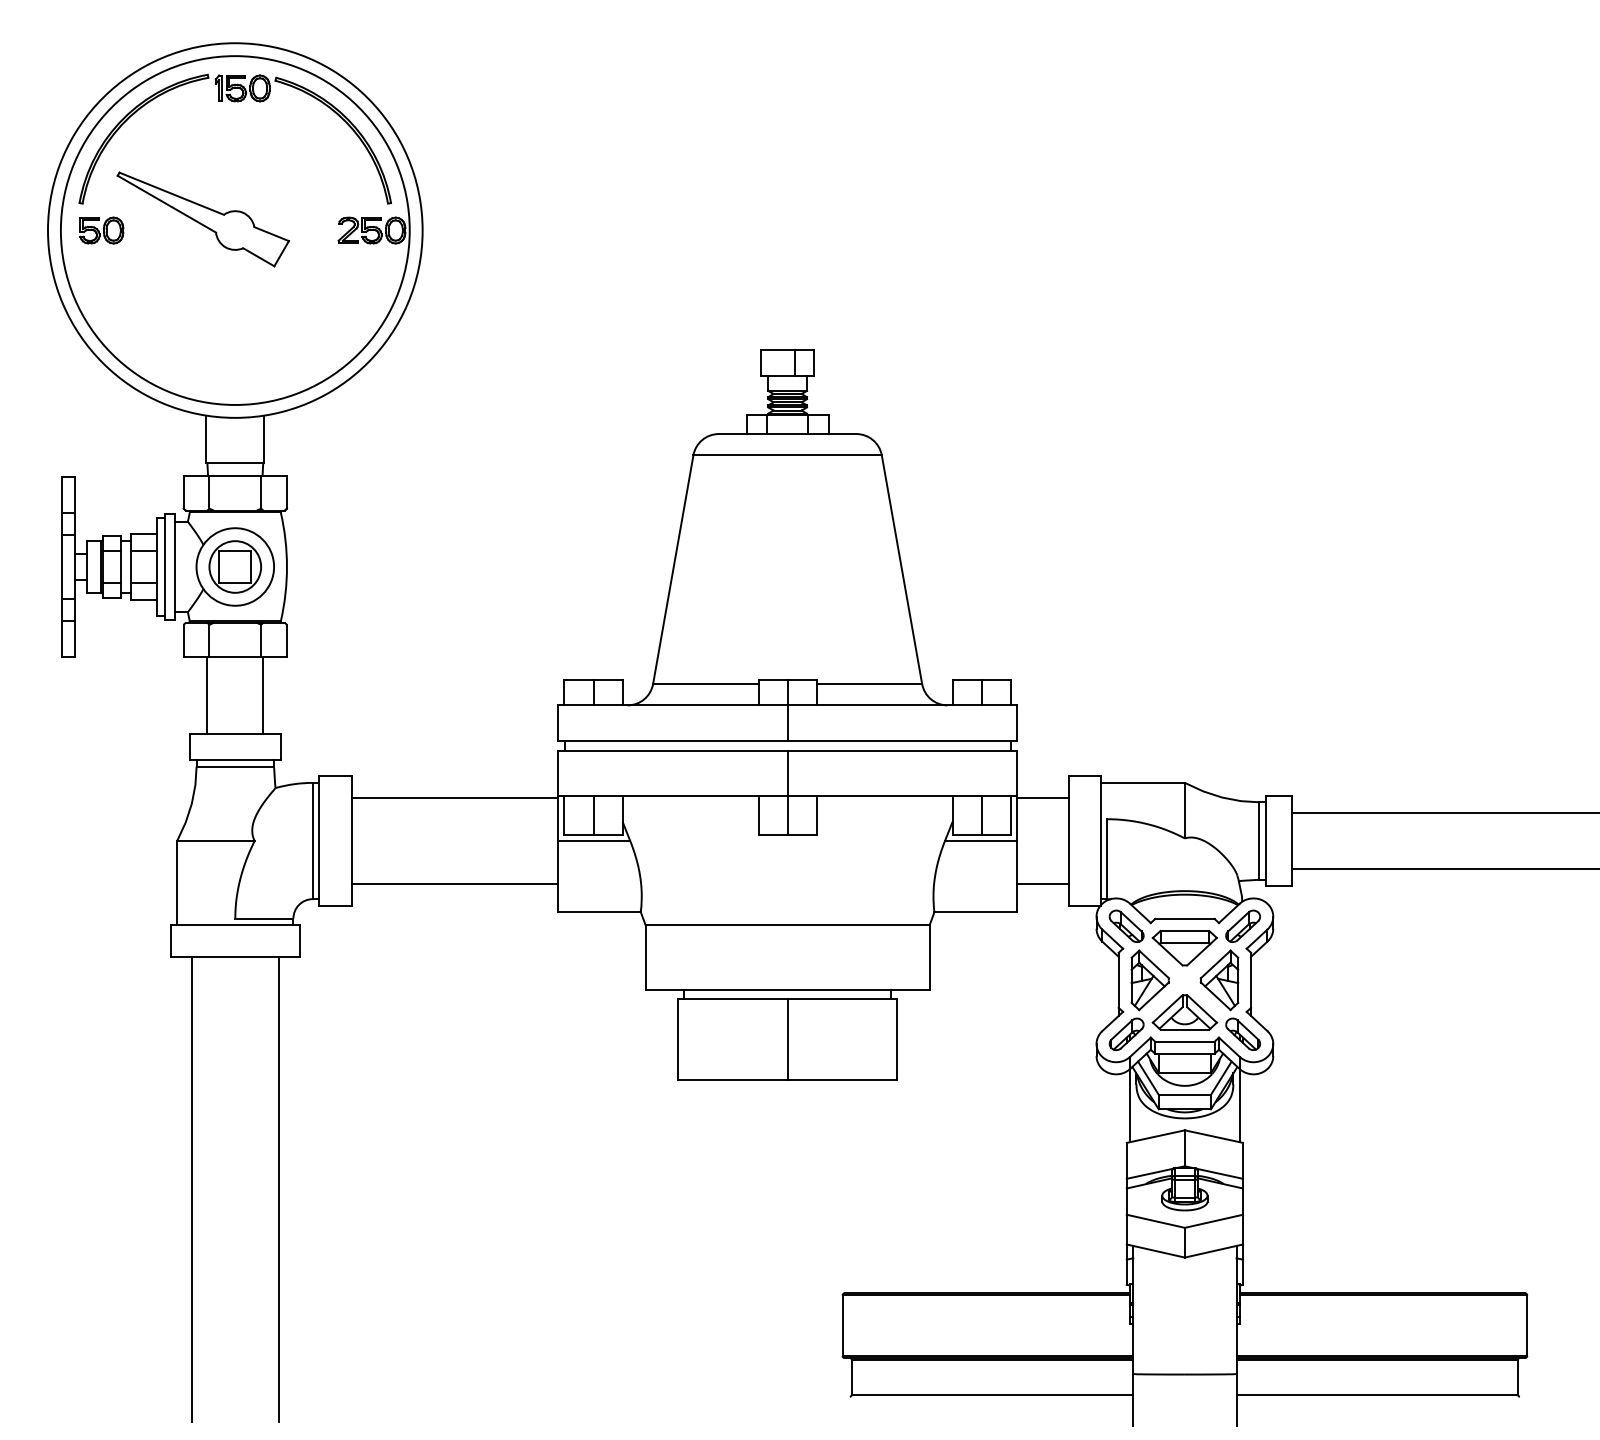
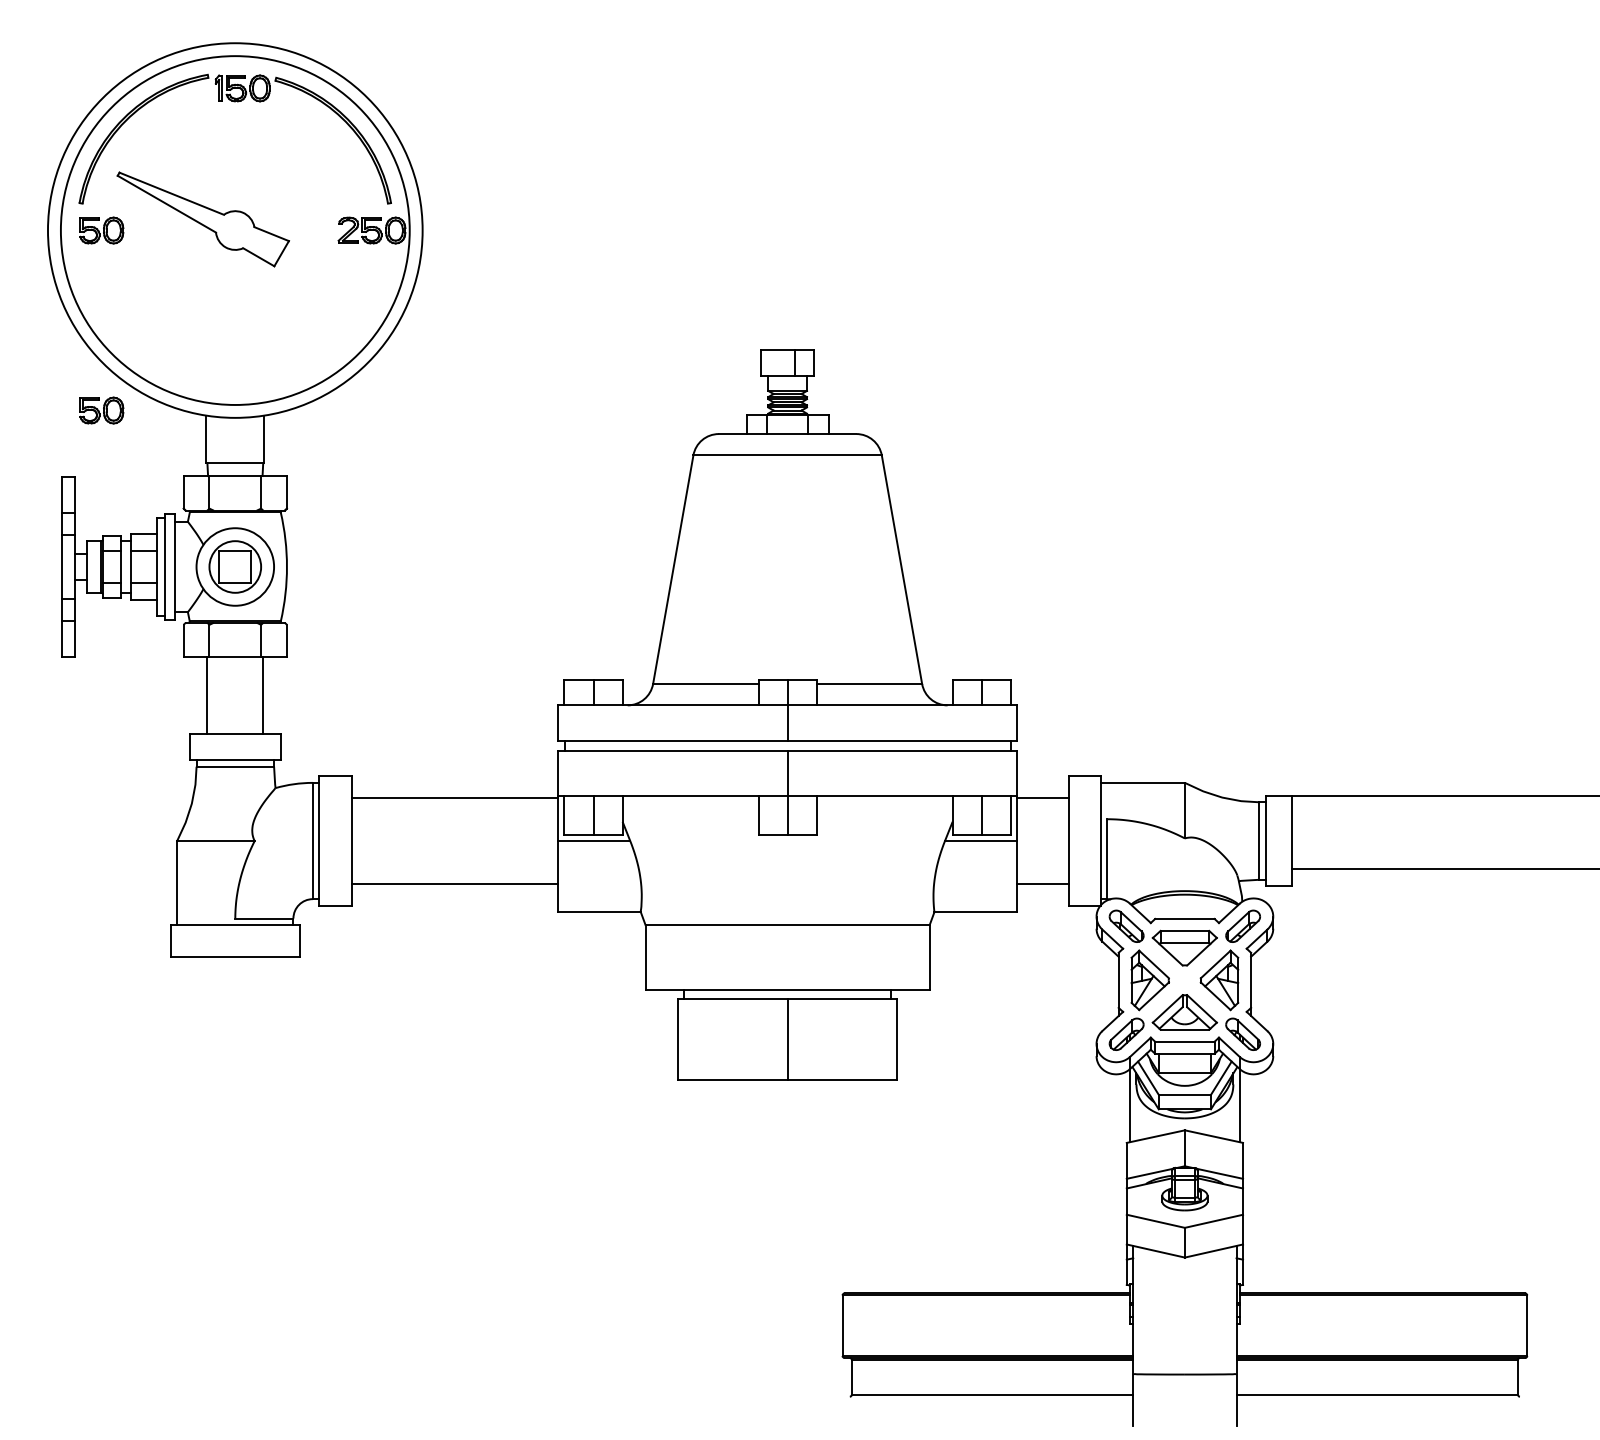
part at (101, 410): none -> present
line at (1443, 813) position: (1443, 813) -> (1443, 796)
line at (191, 1189): present -> none
line at (278, 1189): present -> none
